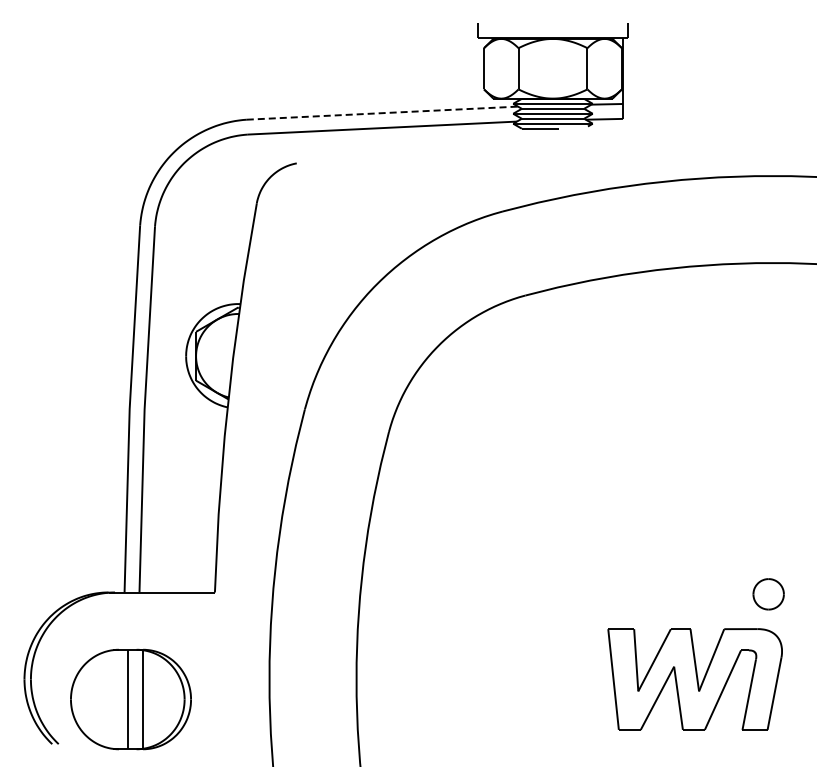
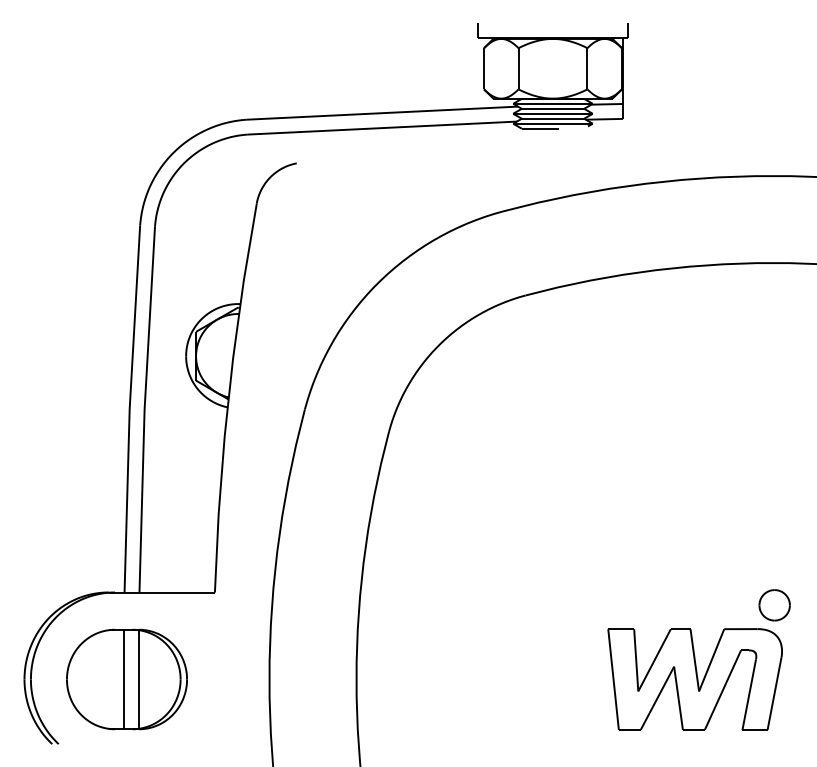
line at (382, 113): dashed -> solid
part at (768, 594) position: (768, 594) -> (774, 605)
part at (130, 699) position: (130, 699) -> (126, 679)
